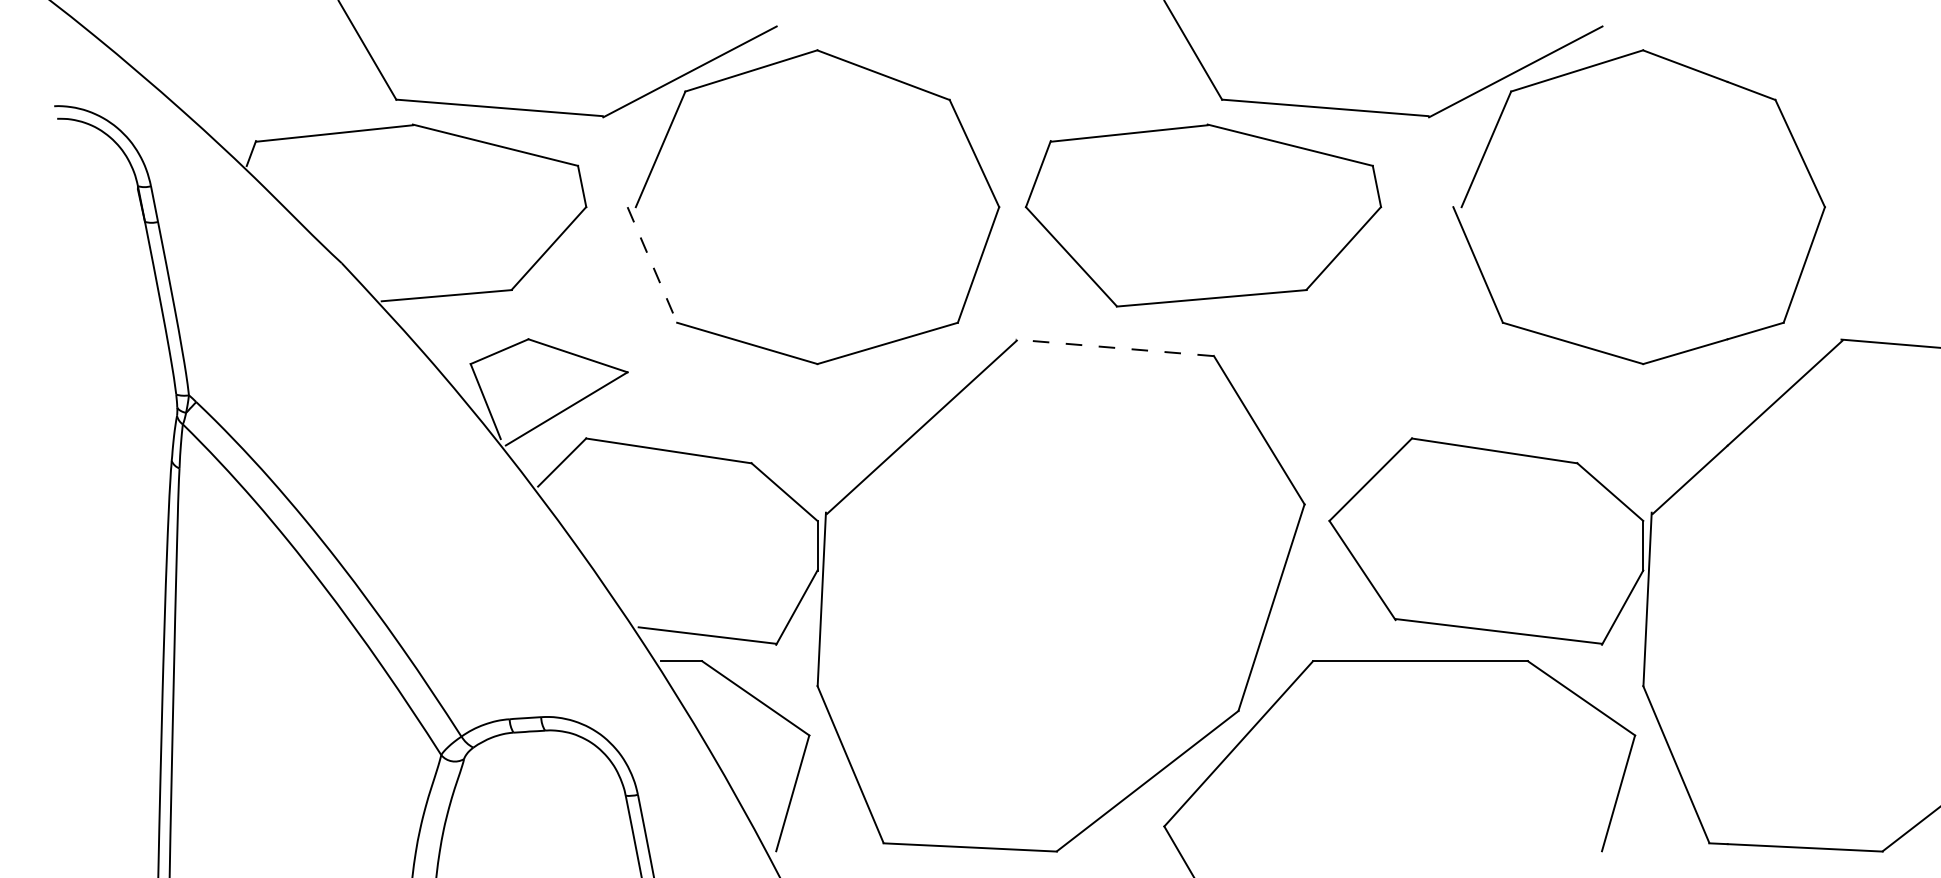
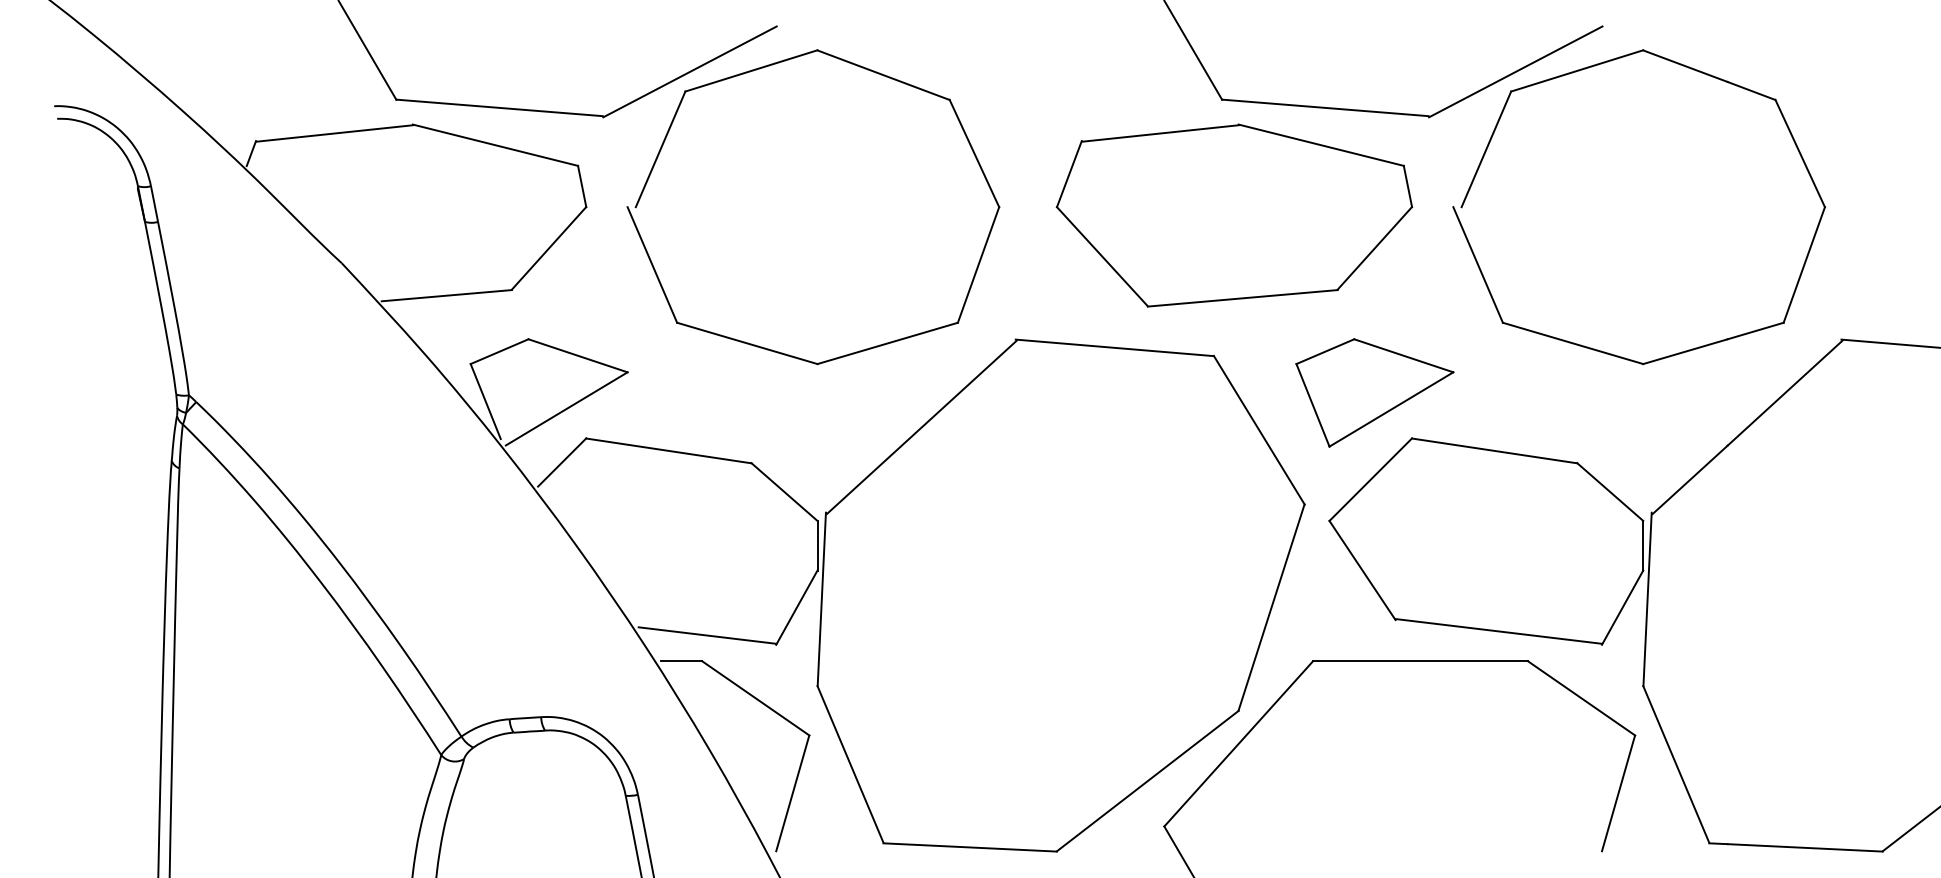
part at (1203, 215) position: (1203, 215) -> (1234, 215)
line at (652, 264): dashed -> solid
line at (1114, 347): dashed -> solid
part at (1374, 392): none -> present
